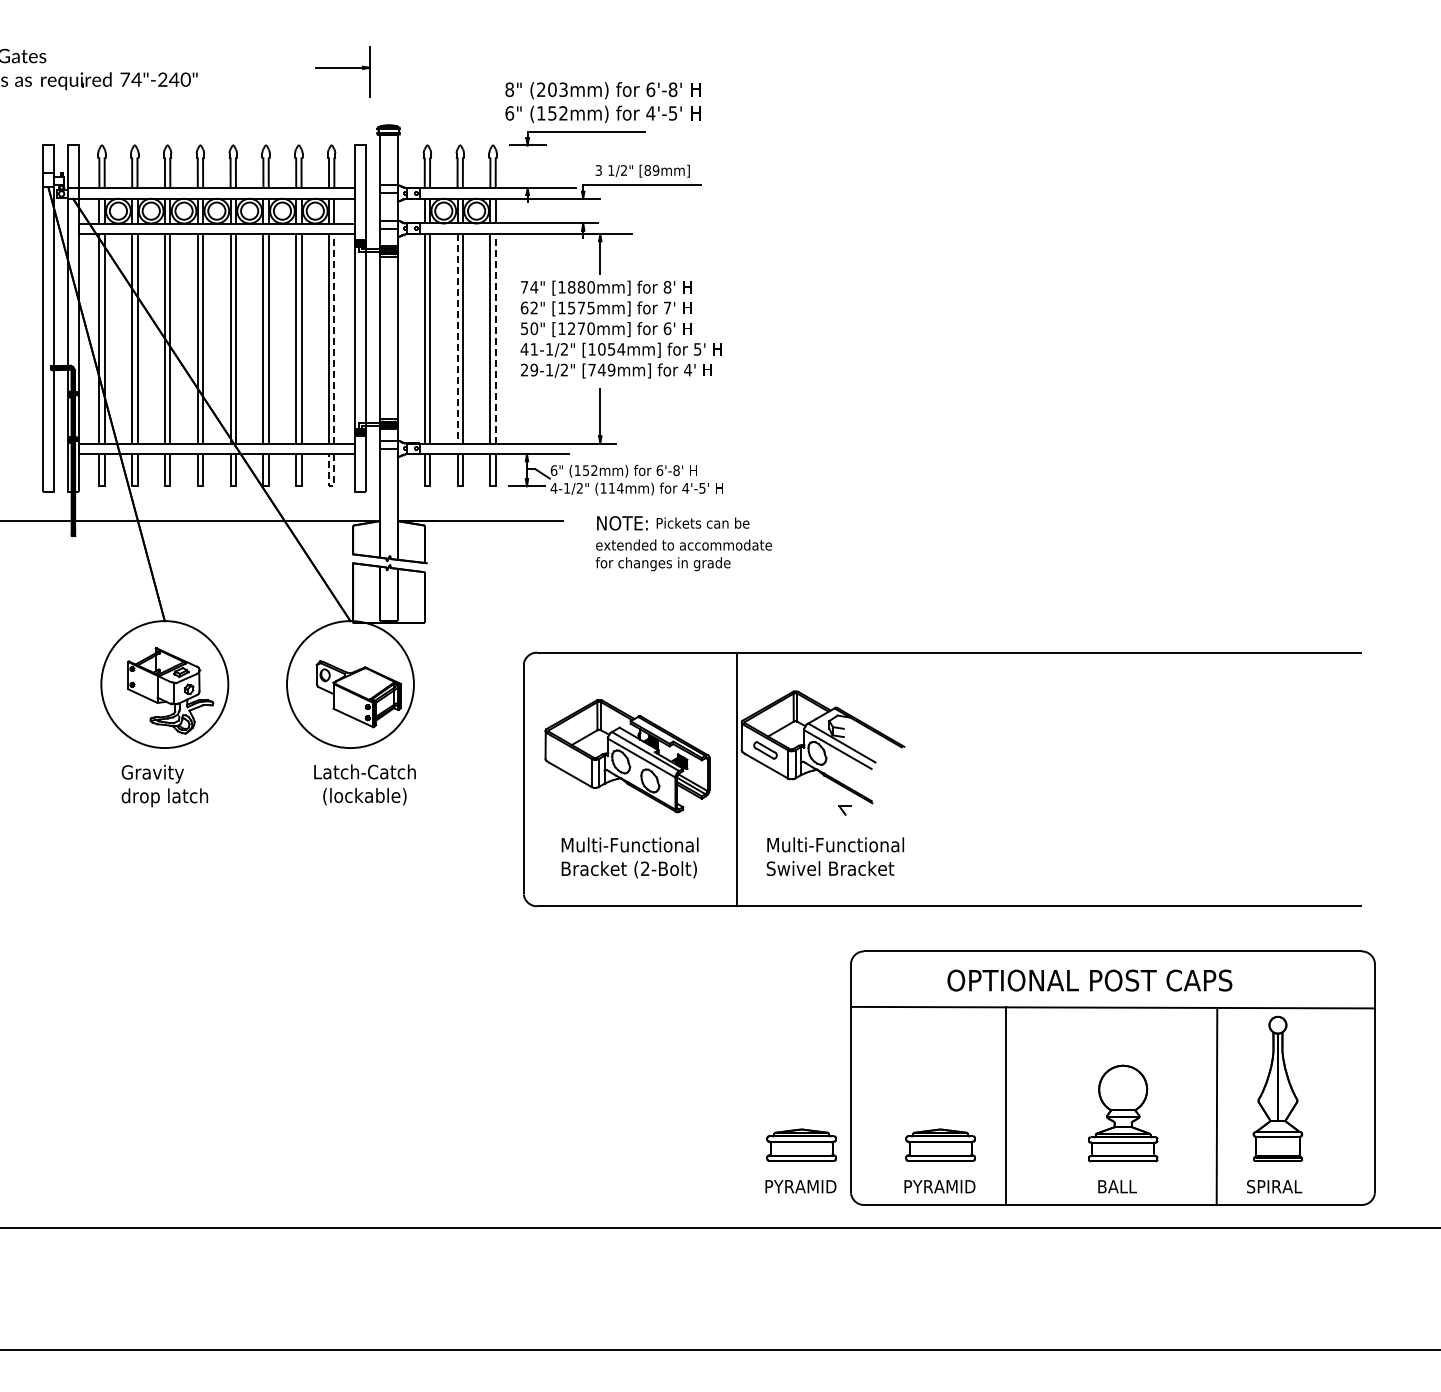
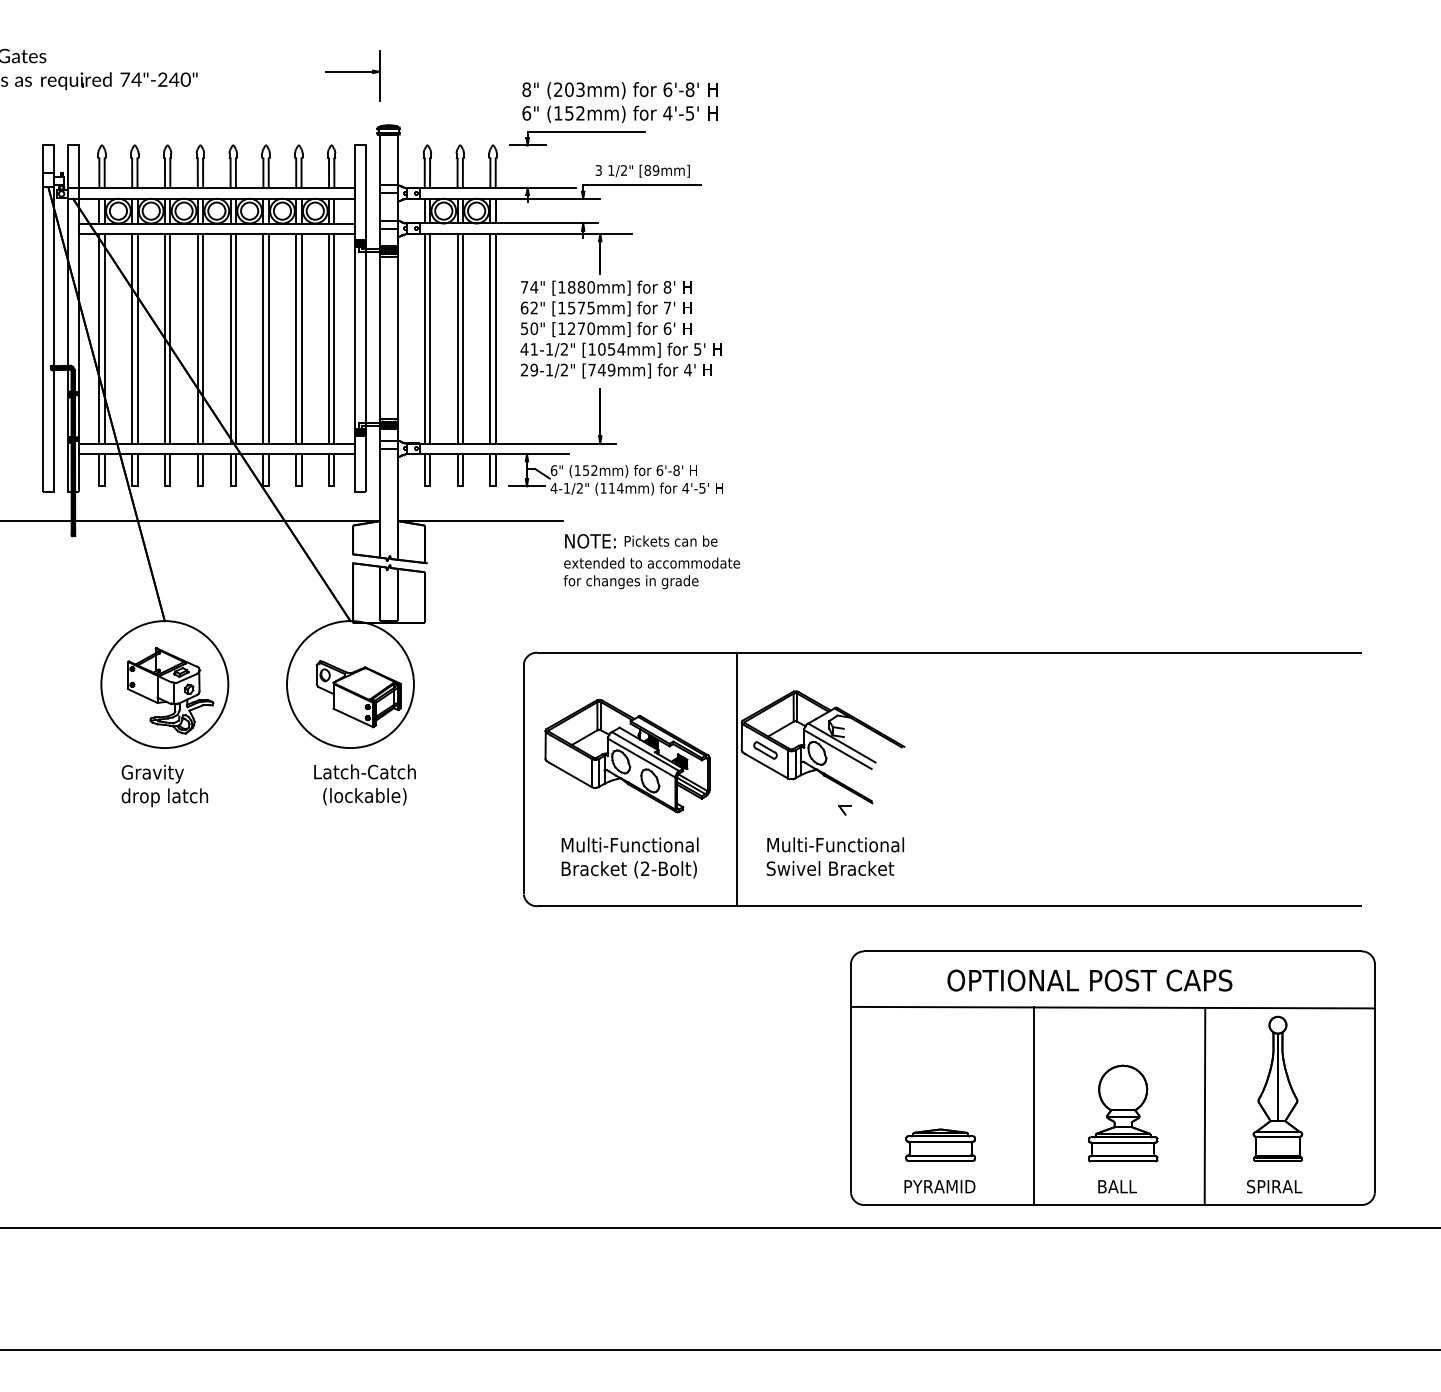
part at (342, 71) position: (342, 71) -> (352, 75)
text at (602, 102) position: (602, 102) -> (619, 102)
line at (334, 338): dashed -> solid
line at (457, 338): dashed -> solid
line at (495, 338): dashed -> solid
line at (331, 486): dashed -> solid
text at (683, 543) position: (683, 543) -> (651, 561)
line at (1006, 1106) position: (1006, 1106) -> (1034, 1106)
line at (1216, 1106) position: (1216, 1106) -> (1204, 1106)
part at (800, 1160): present -> none
